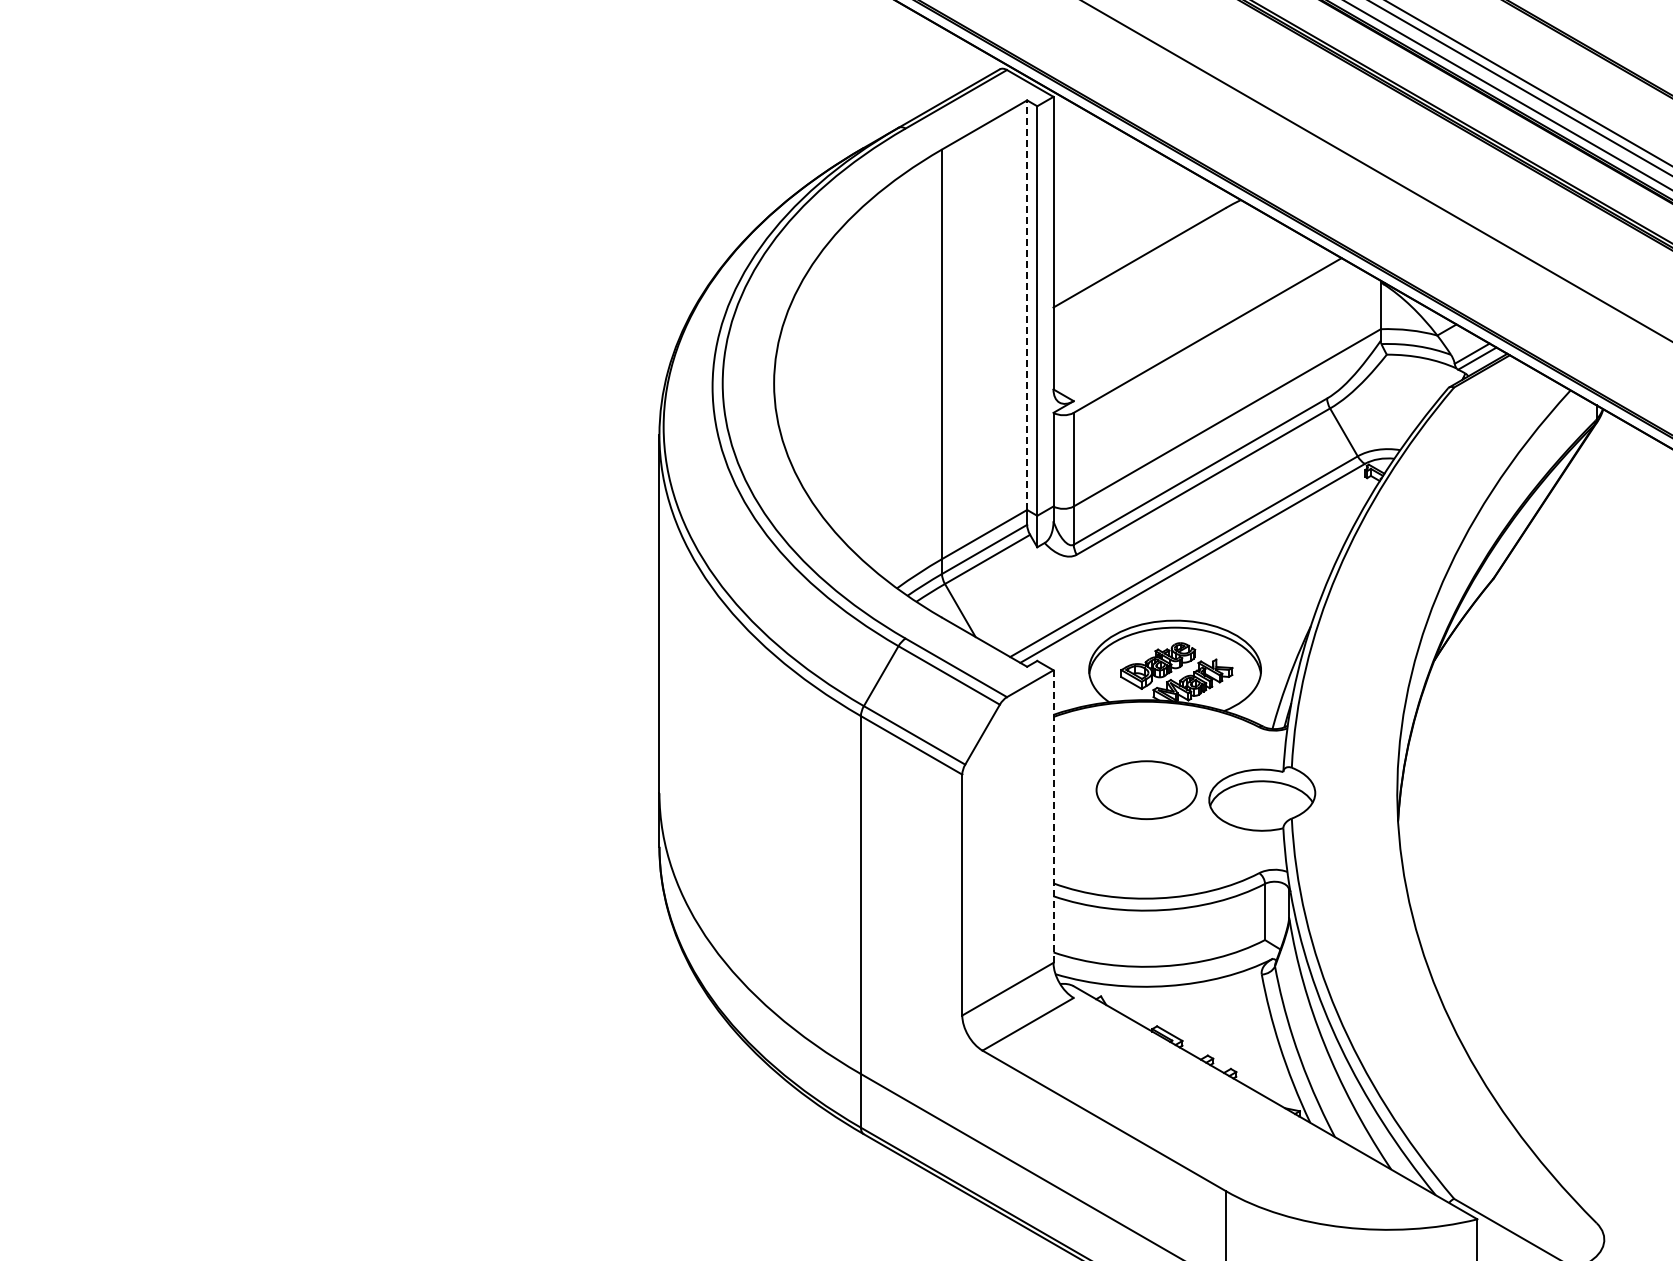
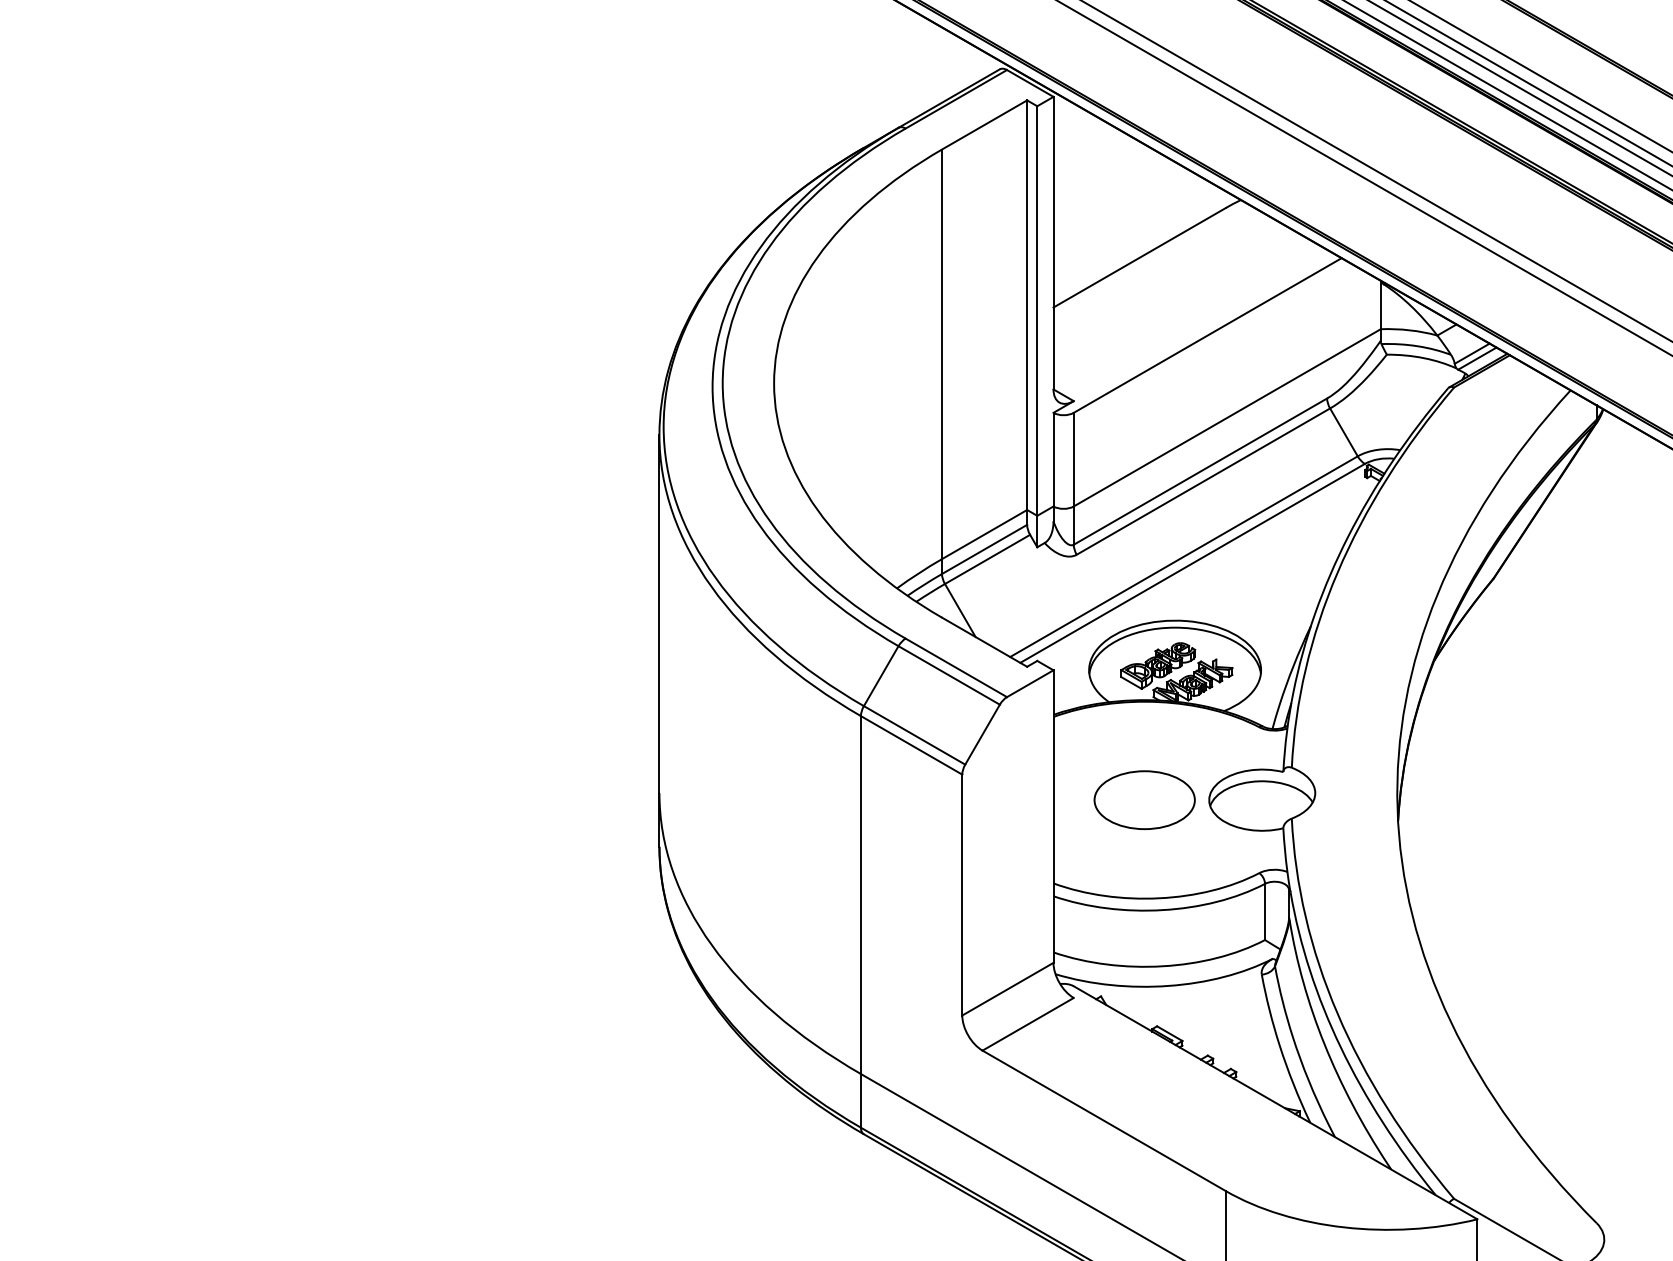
line at (1540, 76): none -> present
line at (1364, 178): none -> present
line at (1027, 305): dashed -> solid
part at (1146, 790) position: (1146, 790) -> (1144, 800)
line at (1053, 817): dashed -> solid
